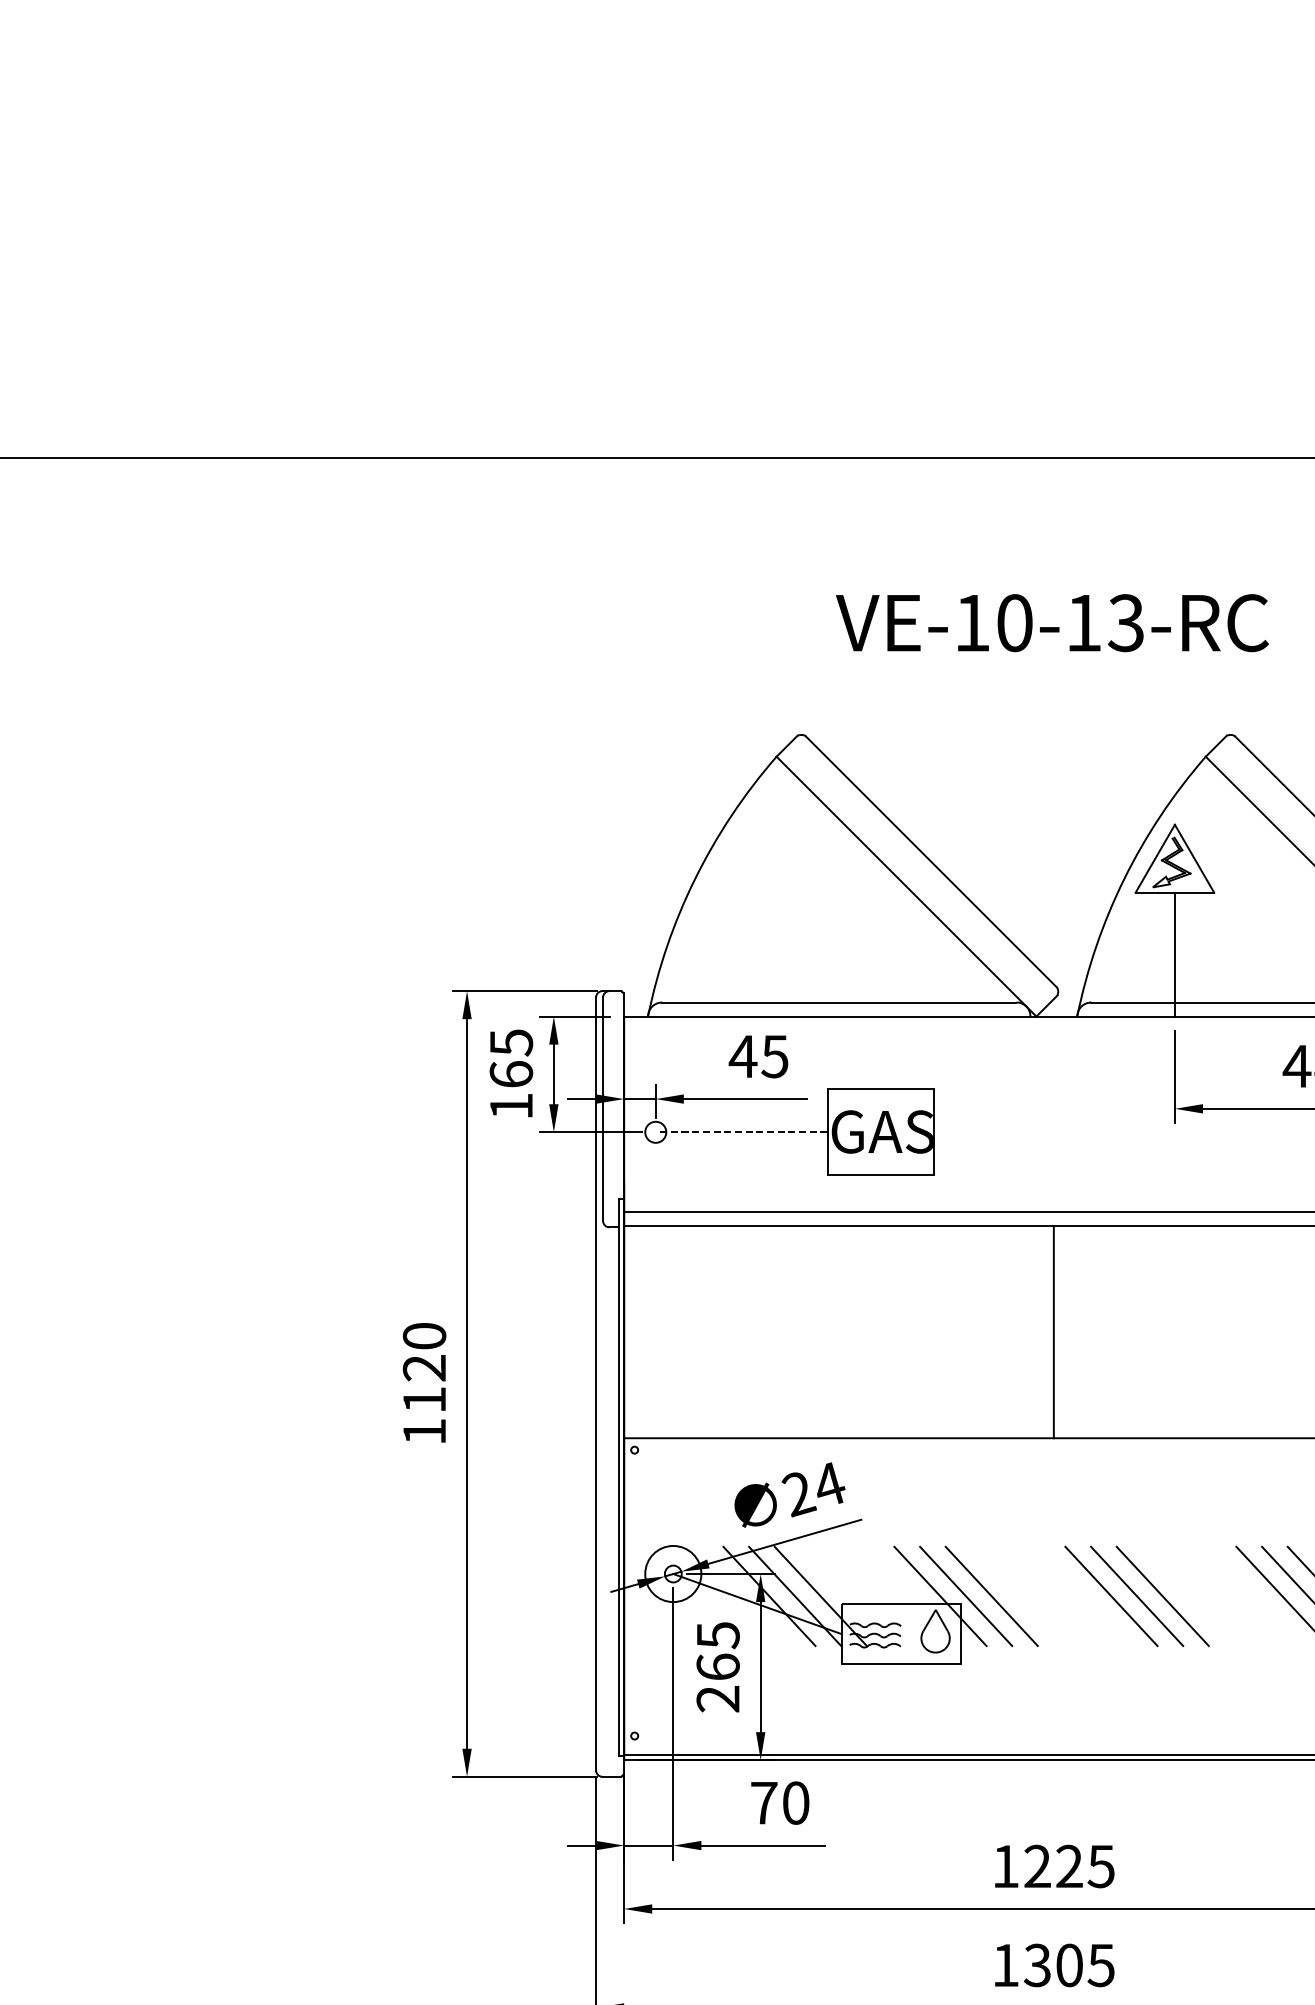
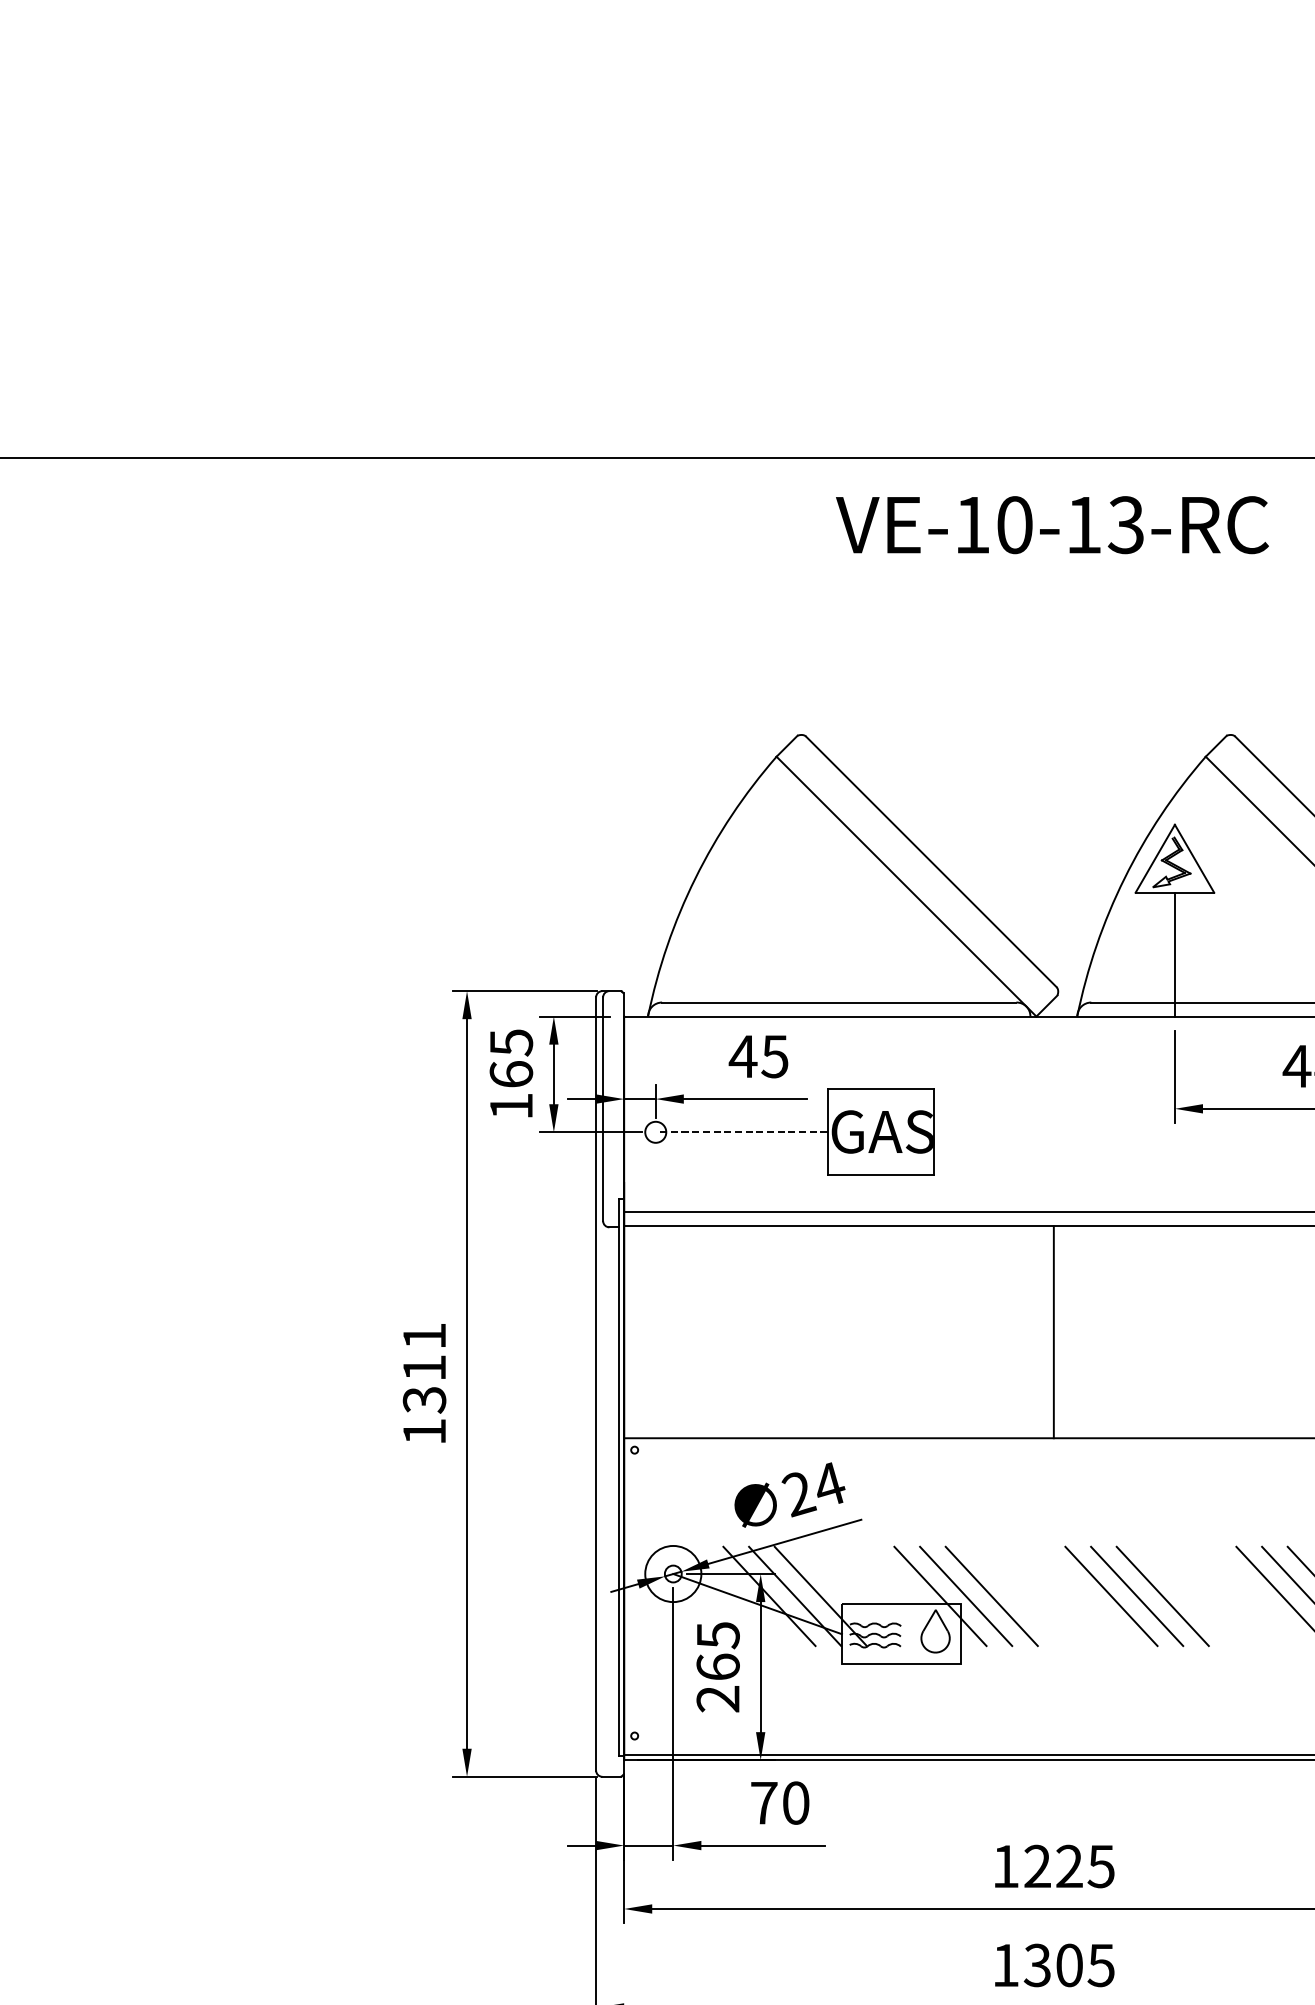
text at (1052, 623) position: (1052, 623) -> (1052, 525)
text at (424, 1368): 1120 -> 1311
